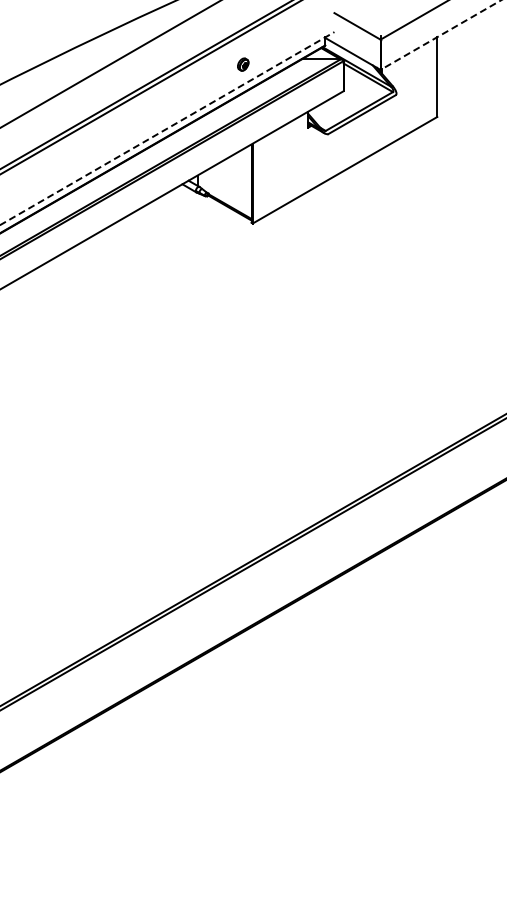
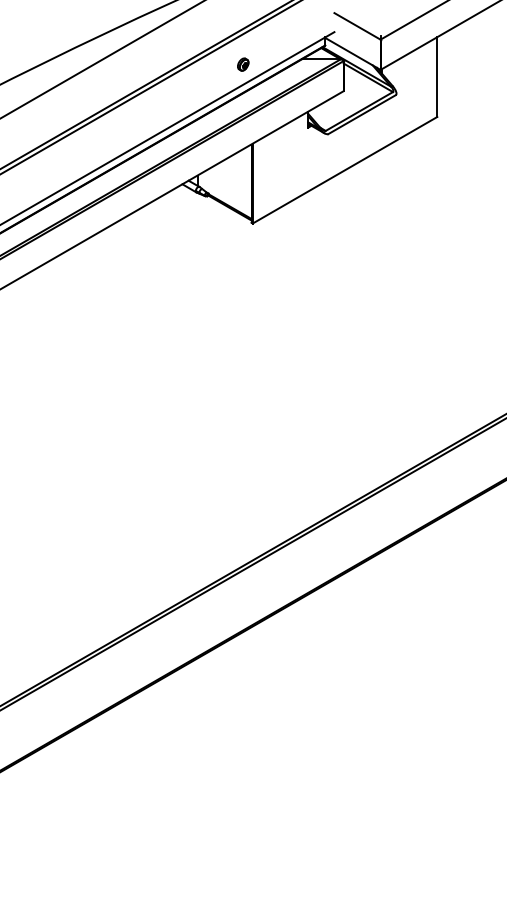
line at (440, 35): dashed -> solid
line at (109, 64) position: (109, 64) -> (101, 59)
line at (167, 128): dashed -> solid
